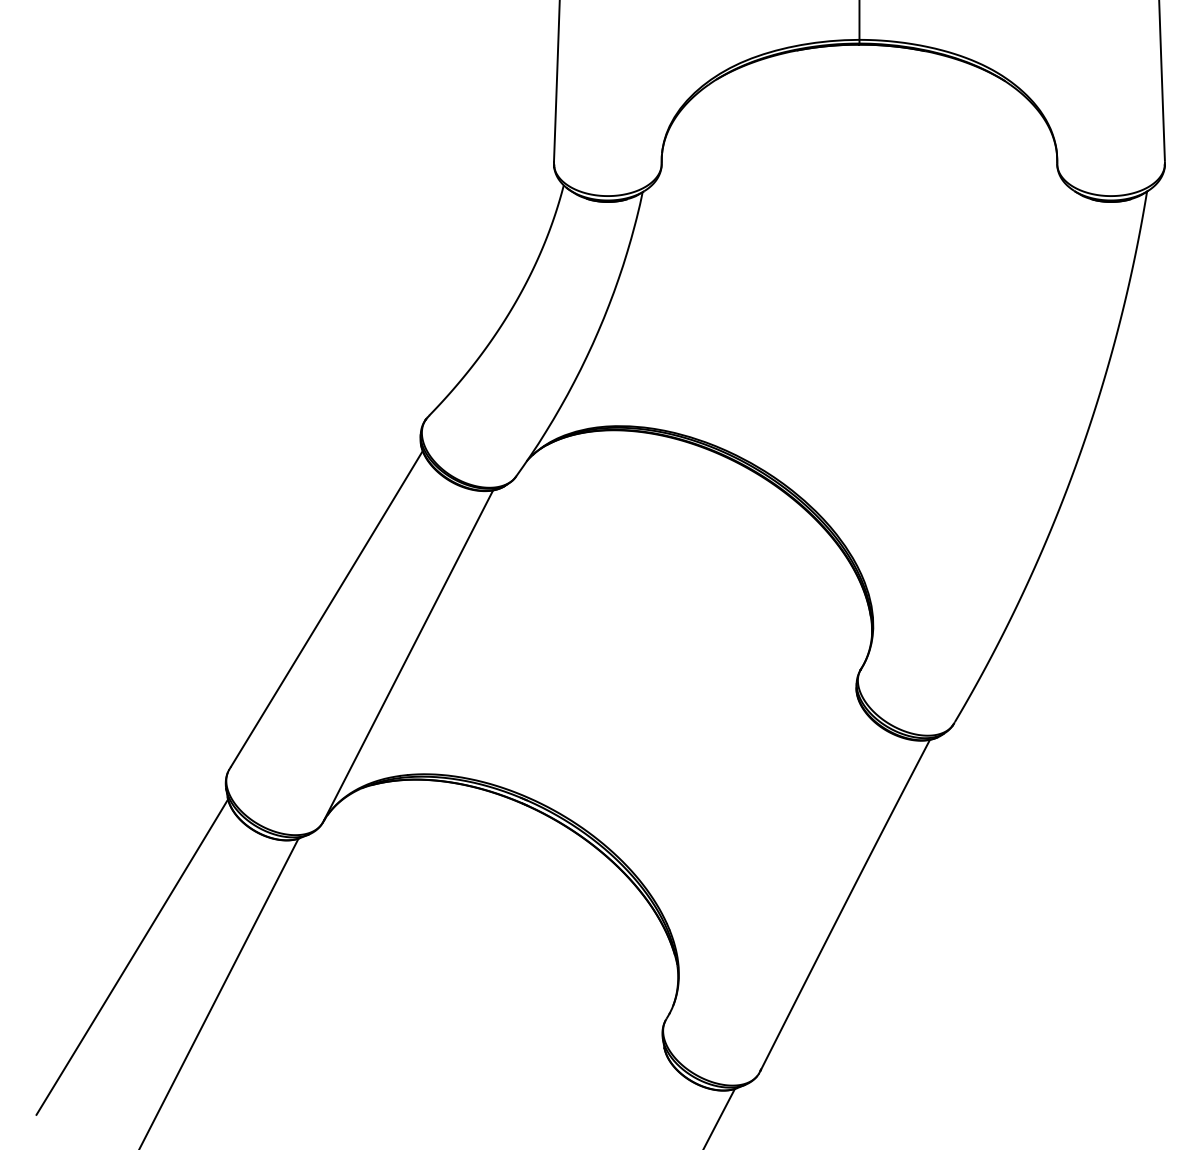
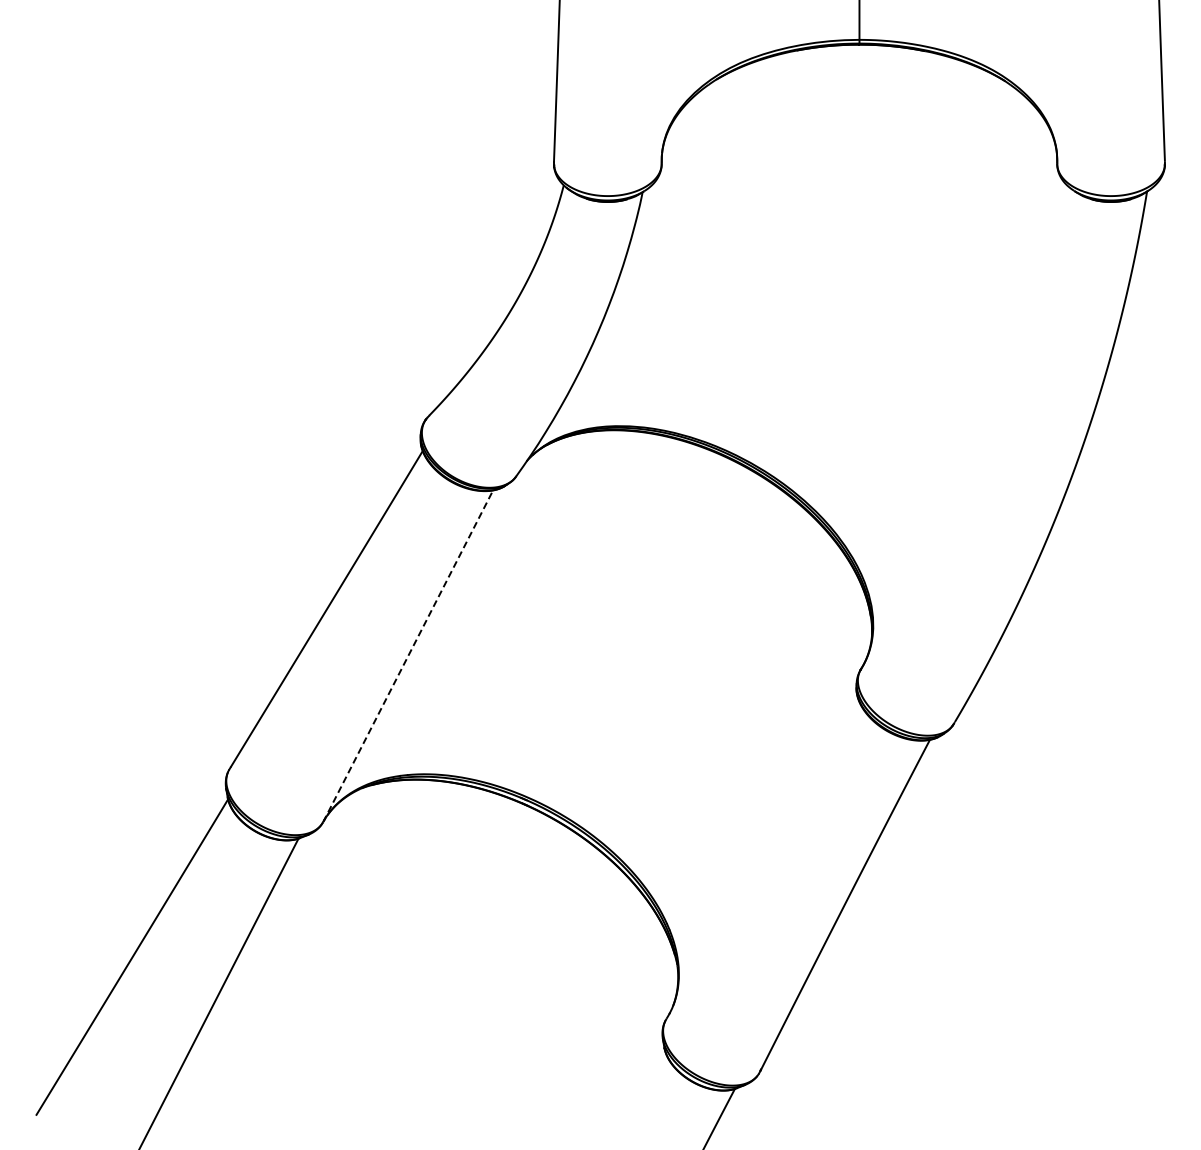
line at (408, 655): solid -> dashed
